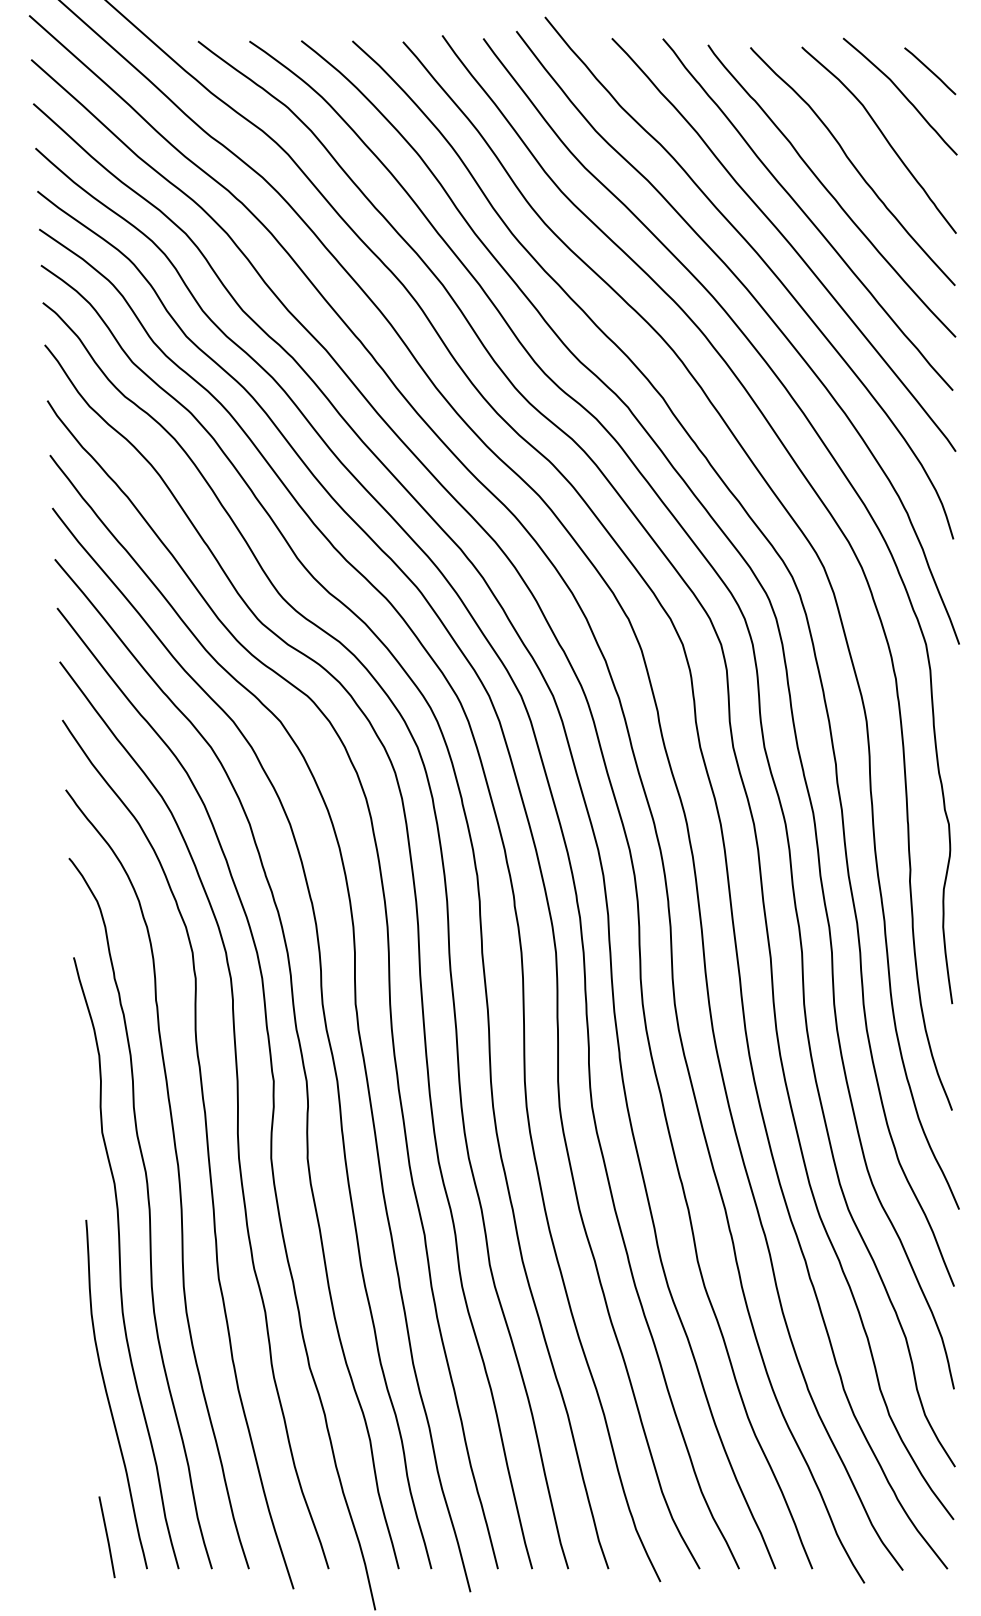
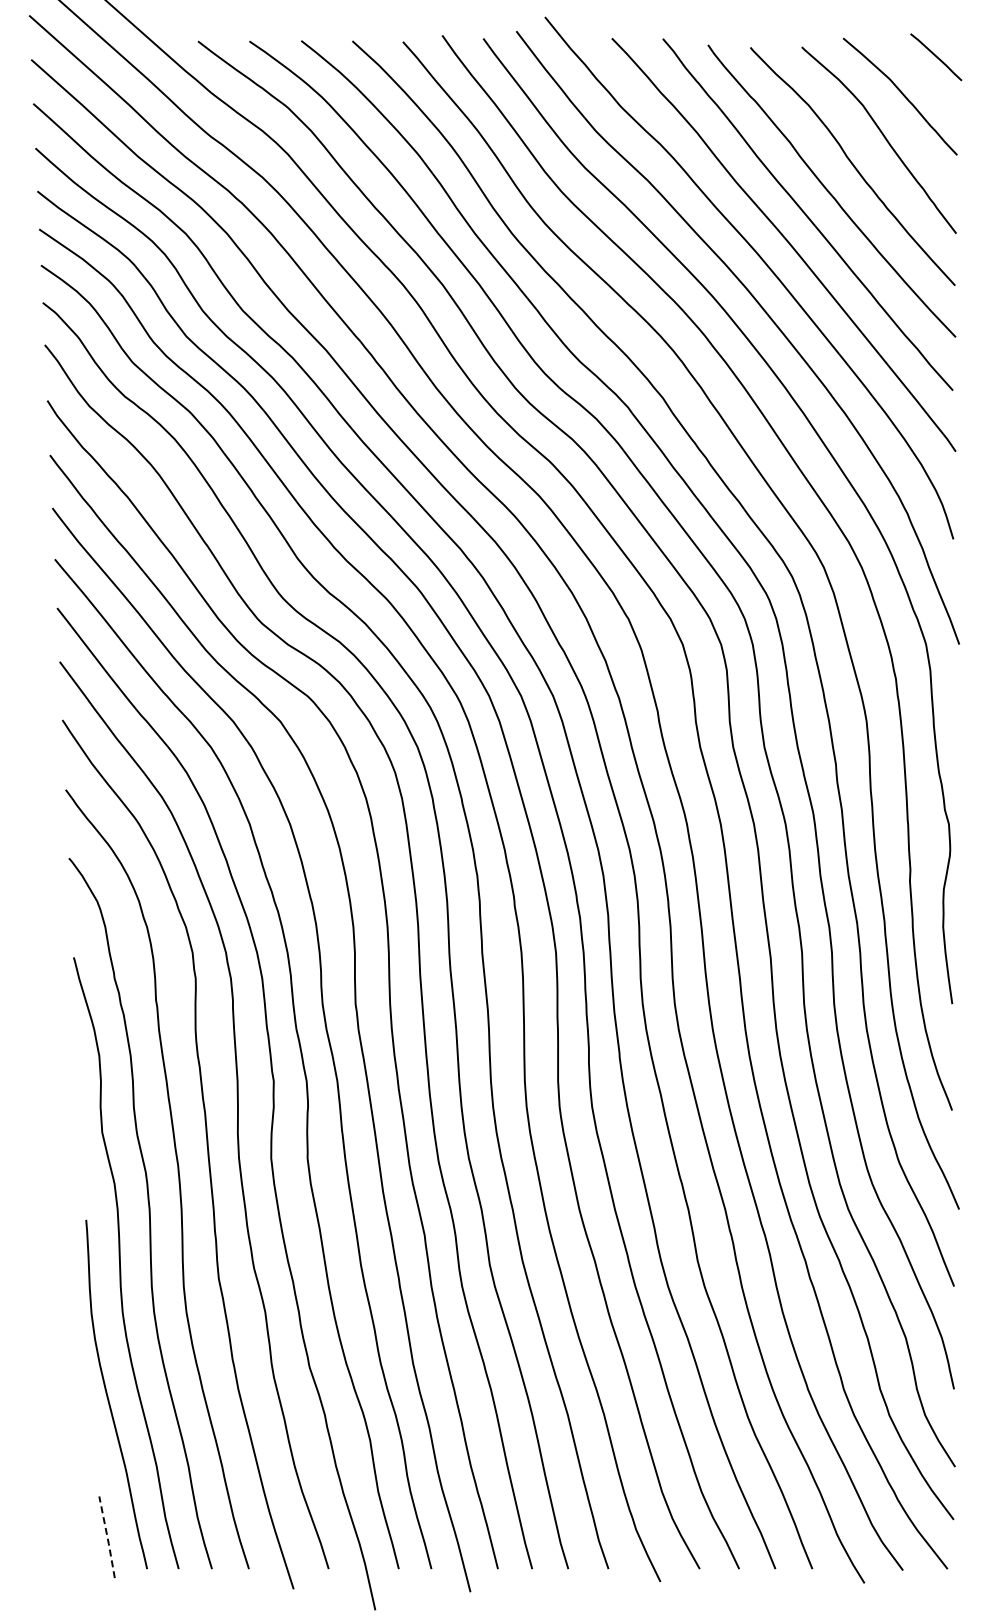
line at (930, 71) position: (930, 71) -> (936, 57)
line at (107, 1537): solid -> dashed
